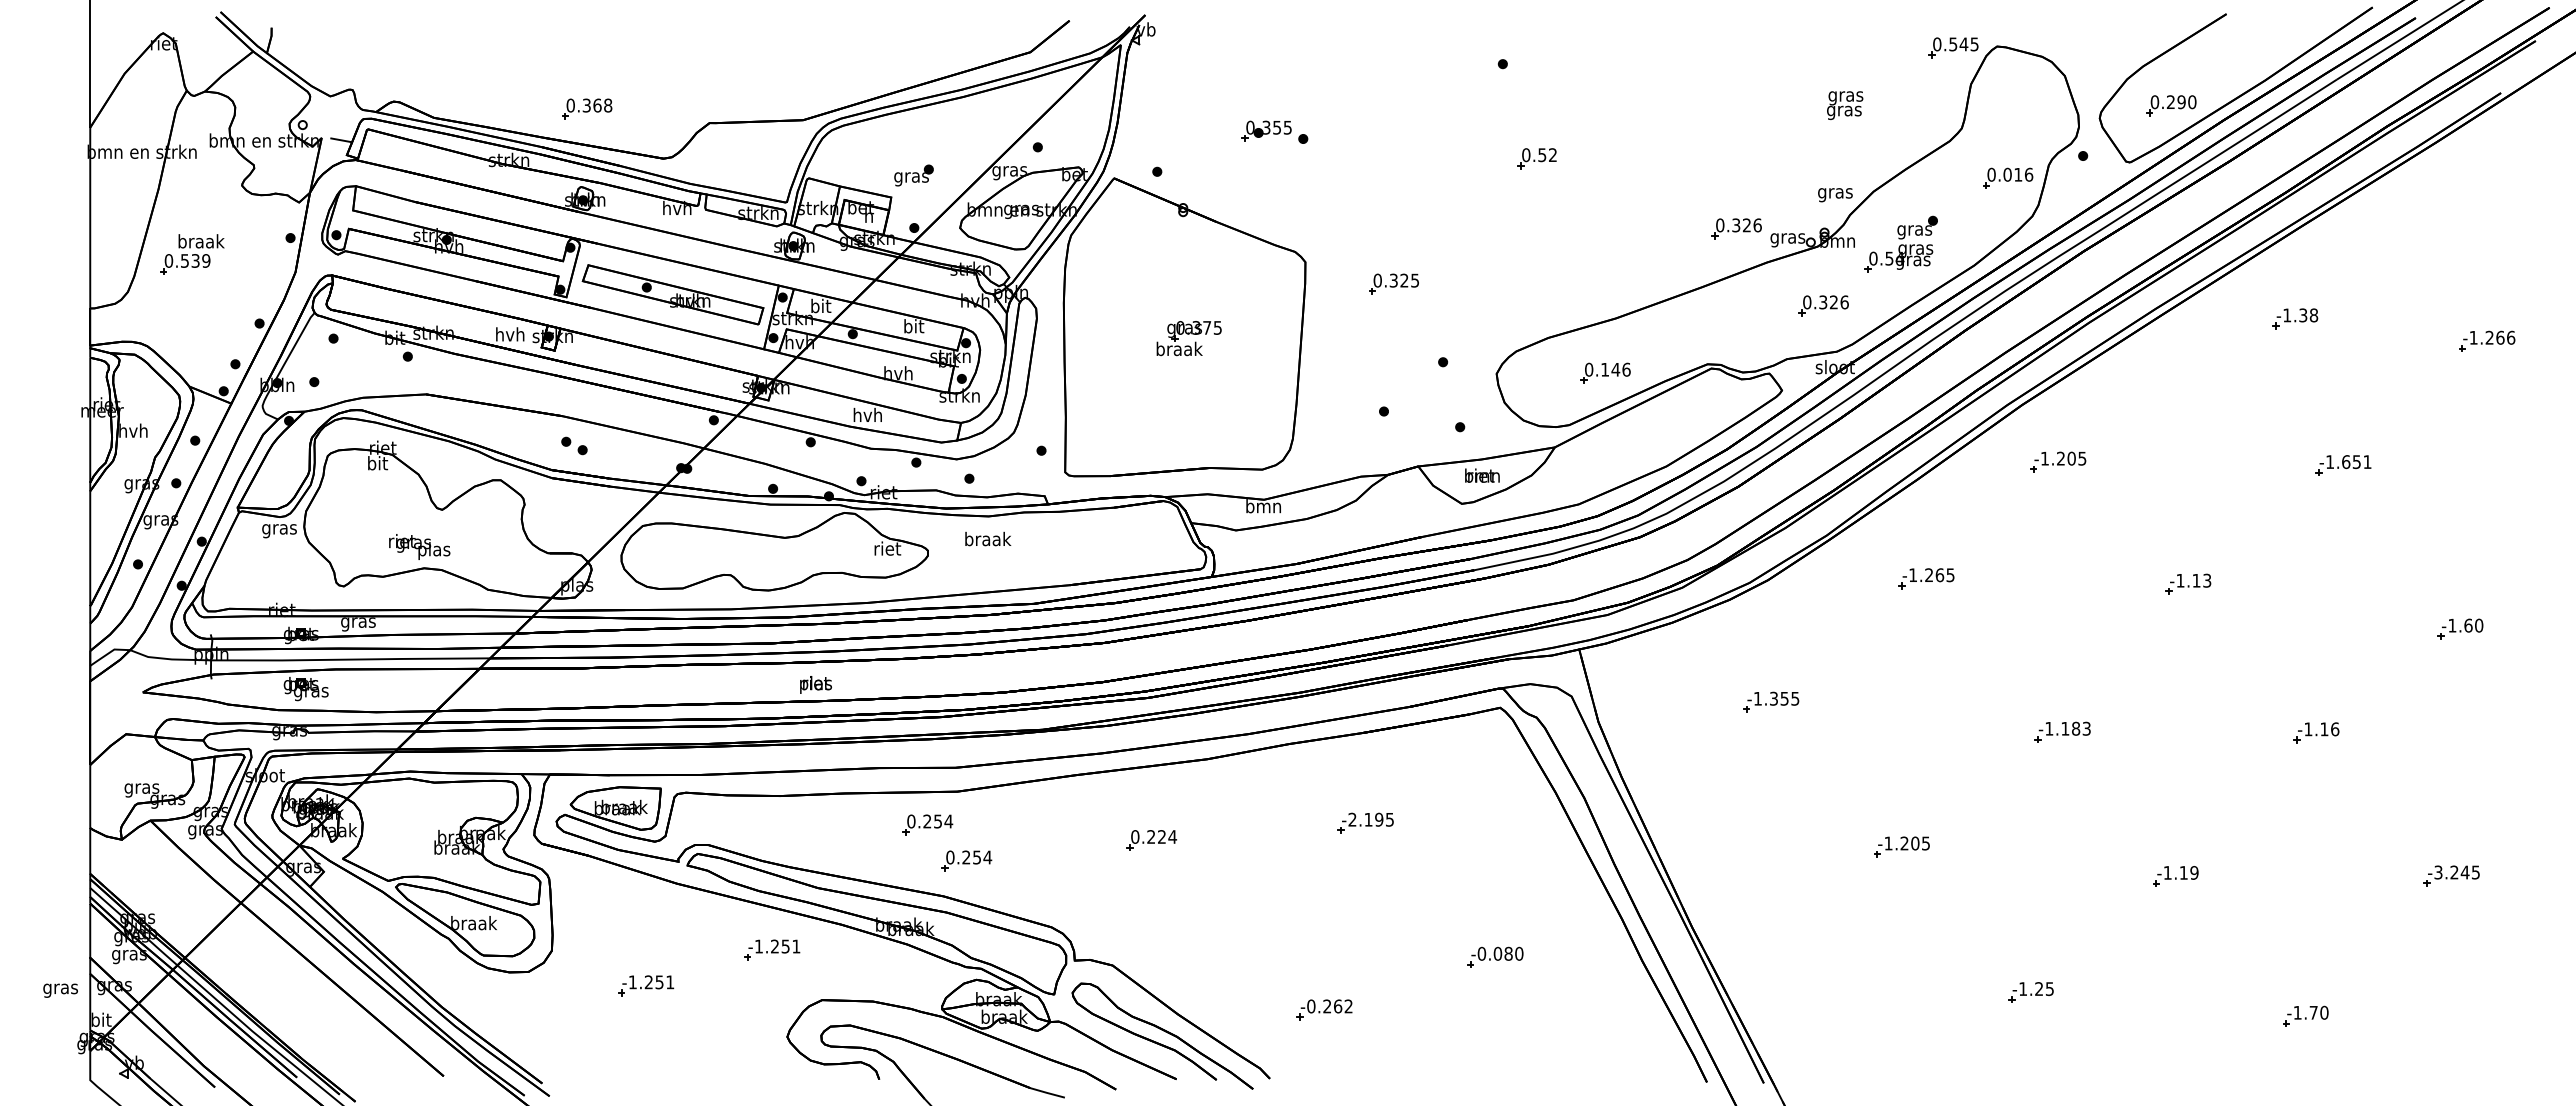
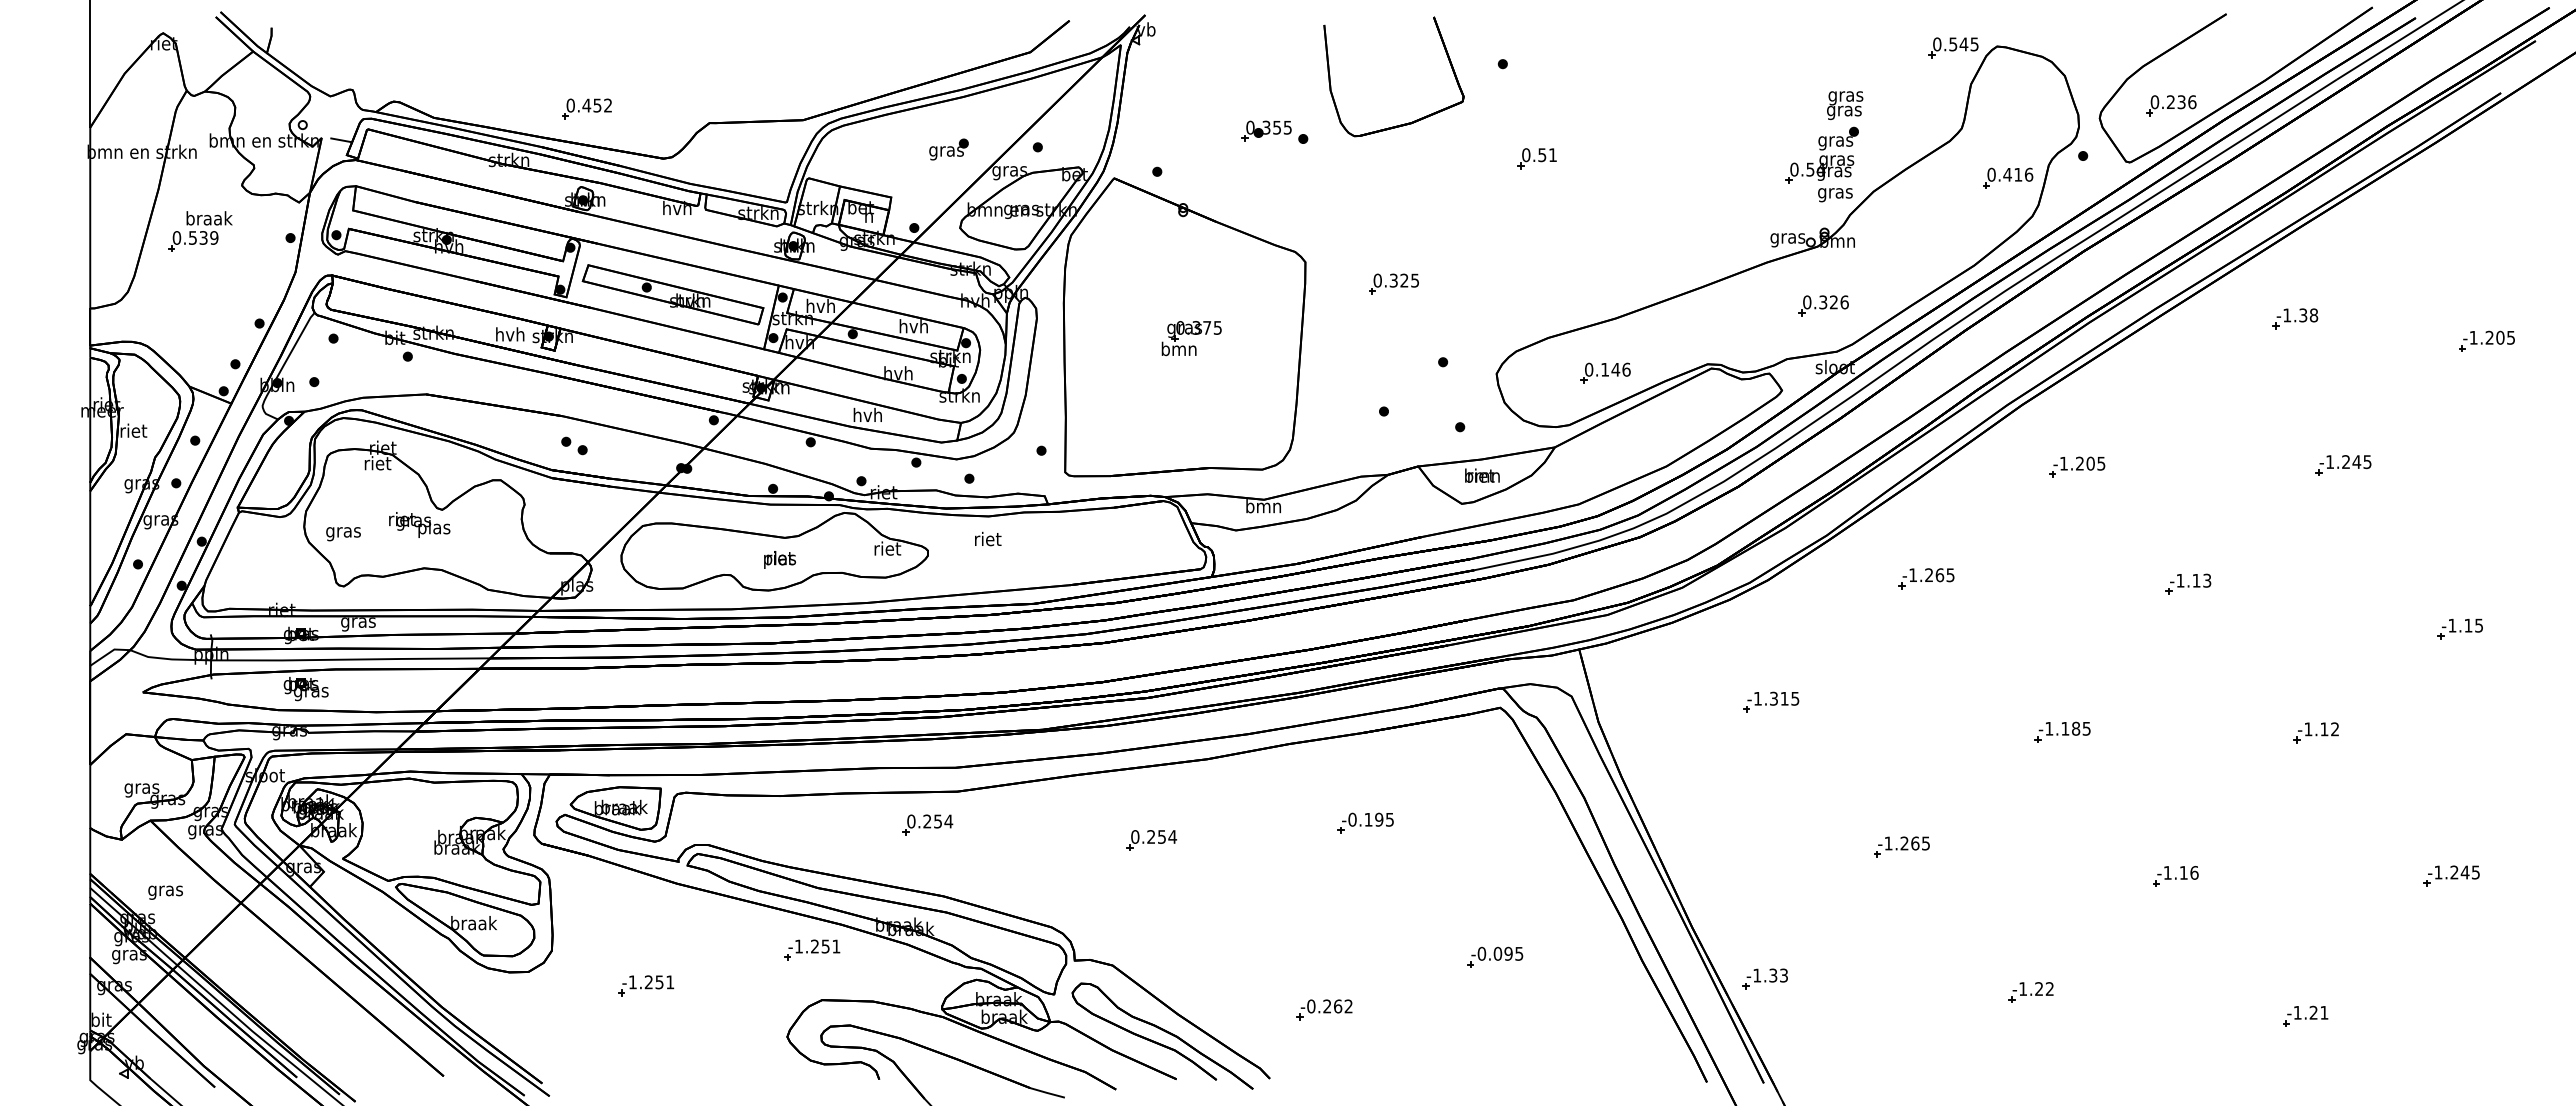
text at (2186, 101): 0.290 -> 0.236
text at (597, 105): 0.368 -> 0.452
part at (1404, 123): none -> present
text at (1552, 154): 0.52 -> 0.51
text at (2007, 174): 0.016 -> 0.416
part at (913, 175) position: (913, 175) -> (948, 149)
part at (1736, 228): present -> none
part at (1900, 243) position: (1900, 243) -> (1821, 154)
part at (192, 254) position: (192, 254) -> (200, 231)
text at (820, 305): bit -> hvh
text at (913, 326): bit -> hvh
text at (2505, 337): -1.266 -> -1.205
text at (1179, 348): braak -> bmn
text at (133, 430): hvh -> riet
part at (2058, 461) position: (2058, 461) -> (2077, 466)
text at (2356, 462): -1.651 -> -1.245
text at (377, 463): bit -> riet
text at (279, 531) position: (279, 531) -> (343, 534)
text at (988, 538): braak -> riet
text at (419, 546) position: (419, 546) -> (419, 524)
text at (2473, 625): -1.60 -> -1.15
text at (815, 684) position: (815, 684) -> (779, 559)
text at (1784, 698): -1.355 -> -1.315
text at (2086, 727): -1.183 -> -1.185
text at (2335, 729): -1.16 -> -1.12
text at (1352, 819): -2.195 -> -0.195
text at (1161, 836): 0.224 -> 0.254
text at (1915, 842): -1.205 -> -1.265
part at (966, 860): present -> none
text at (2194, 872): -1.19 -> -1.16
text at (2438, 872): -3.245 -> -1.245
part at (772, 949) position: (772, 949) -> (812, 949)
text at (1513, 953): -0.080 -> -0.095
part at (1764, 978): none -> present
text at (2049, 989): -1.25 -> -1.22
text at (60, 990) position: (60, 990) -> (165, 892)
text at (2318, 1012): -1.70 -> -1.21
